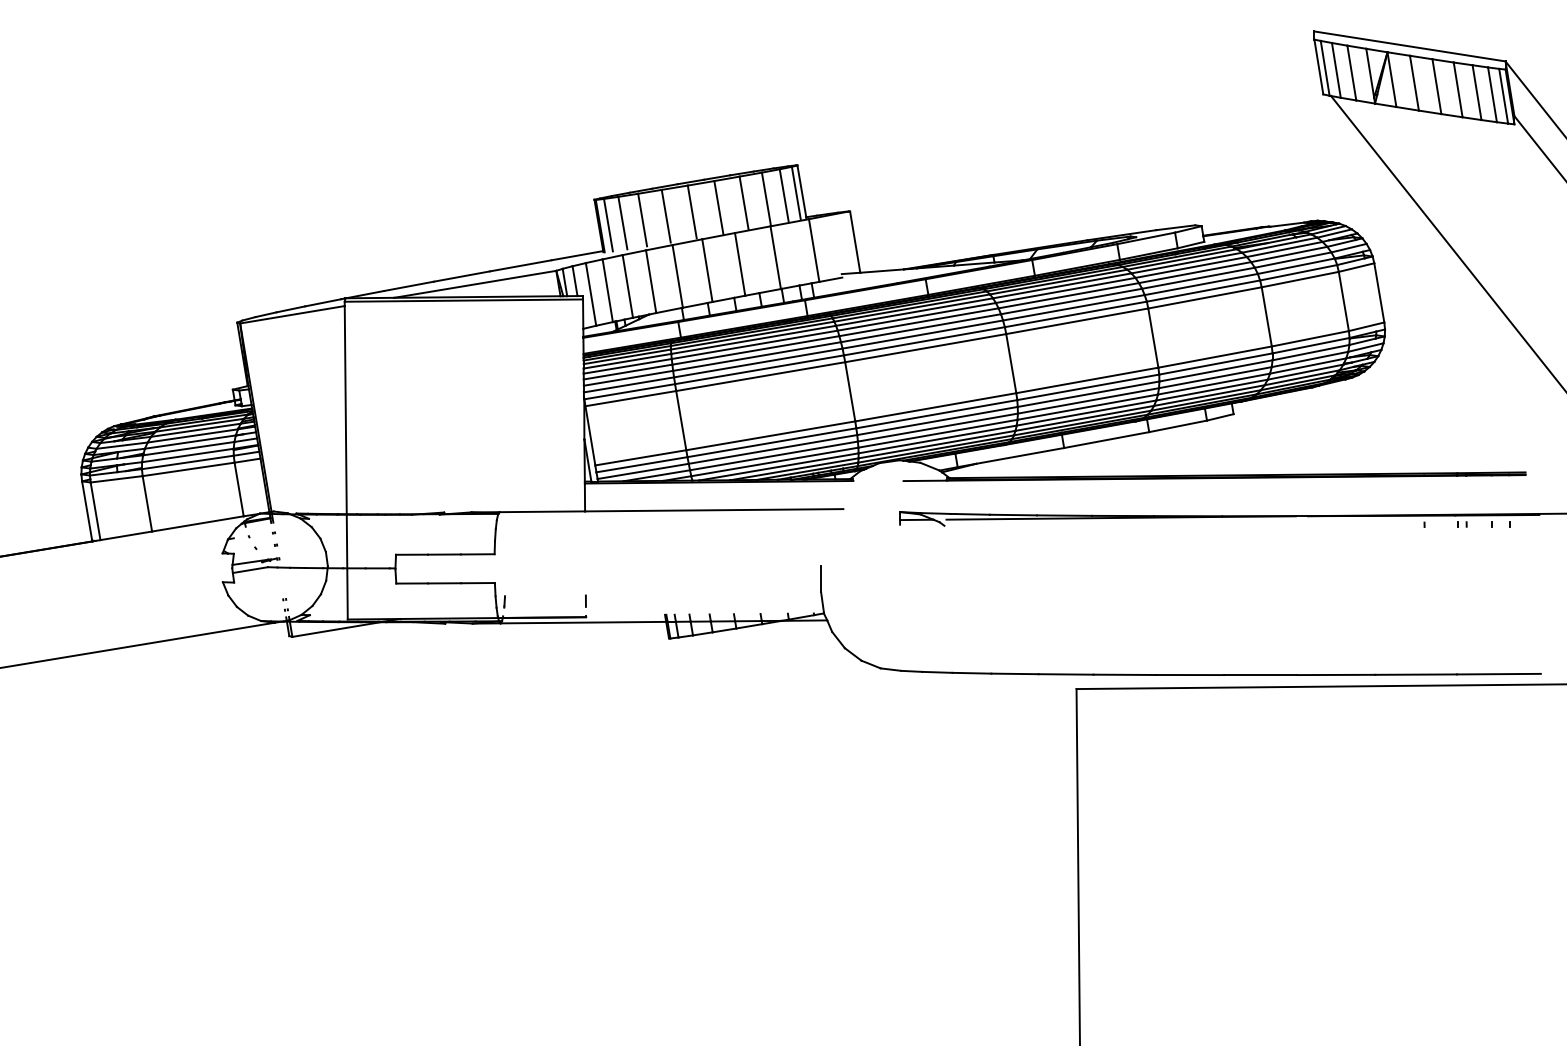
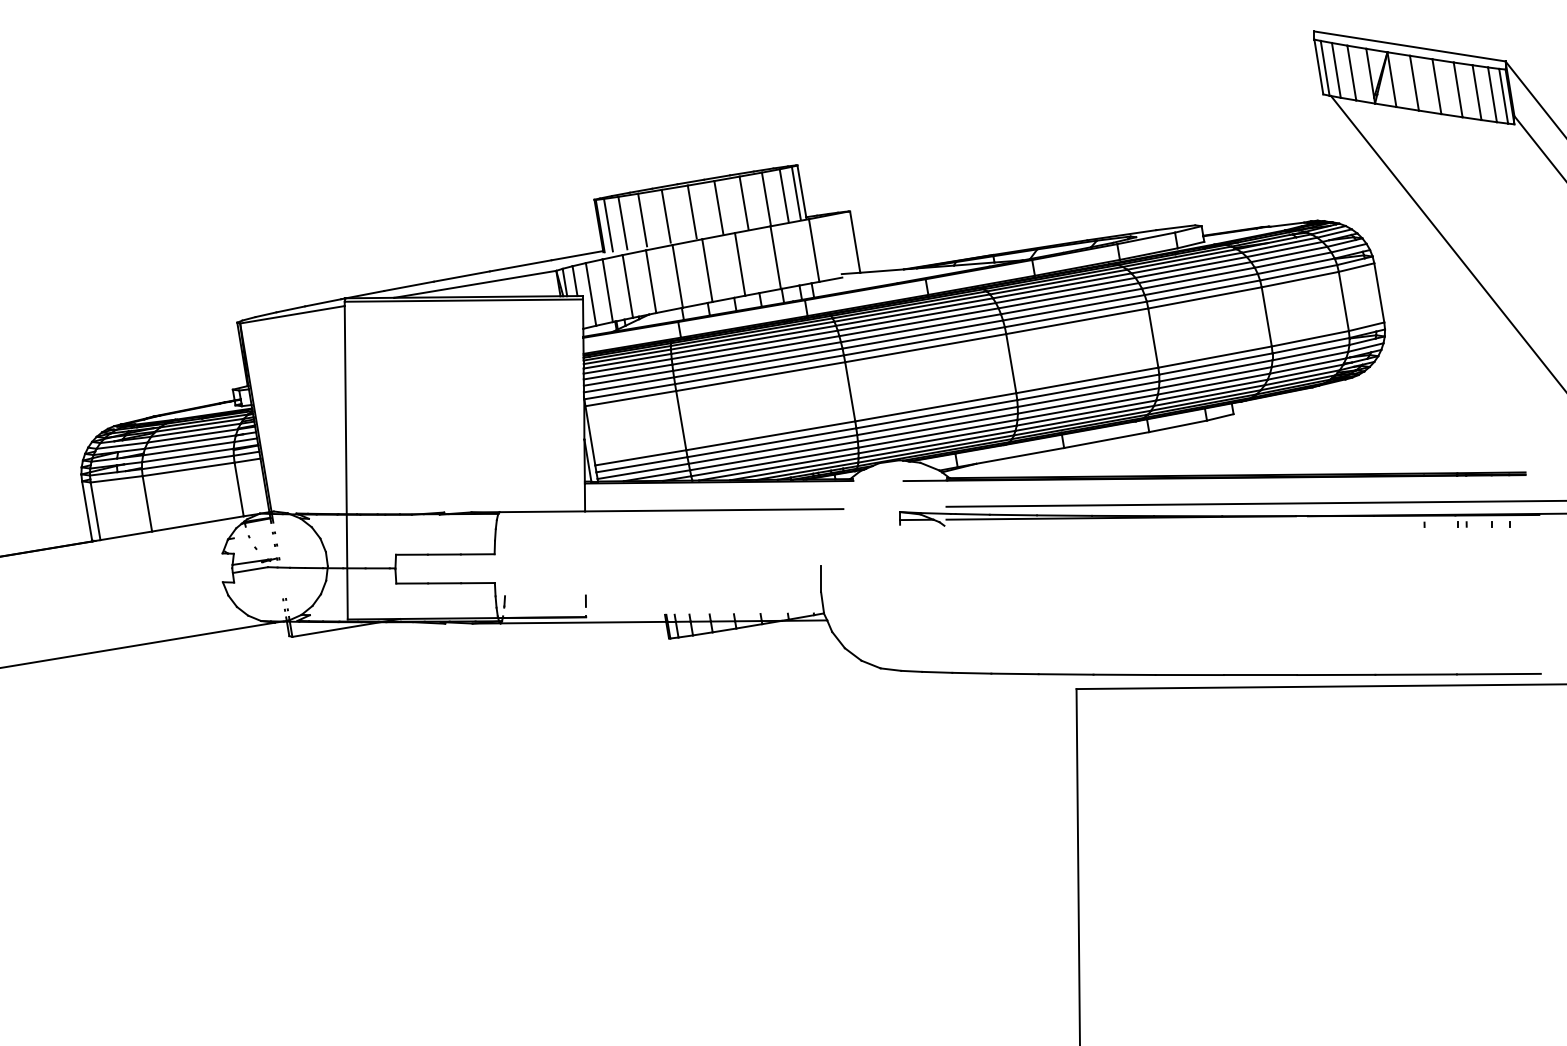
line at (1254, 503): none -> present
